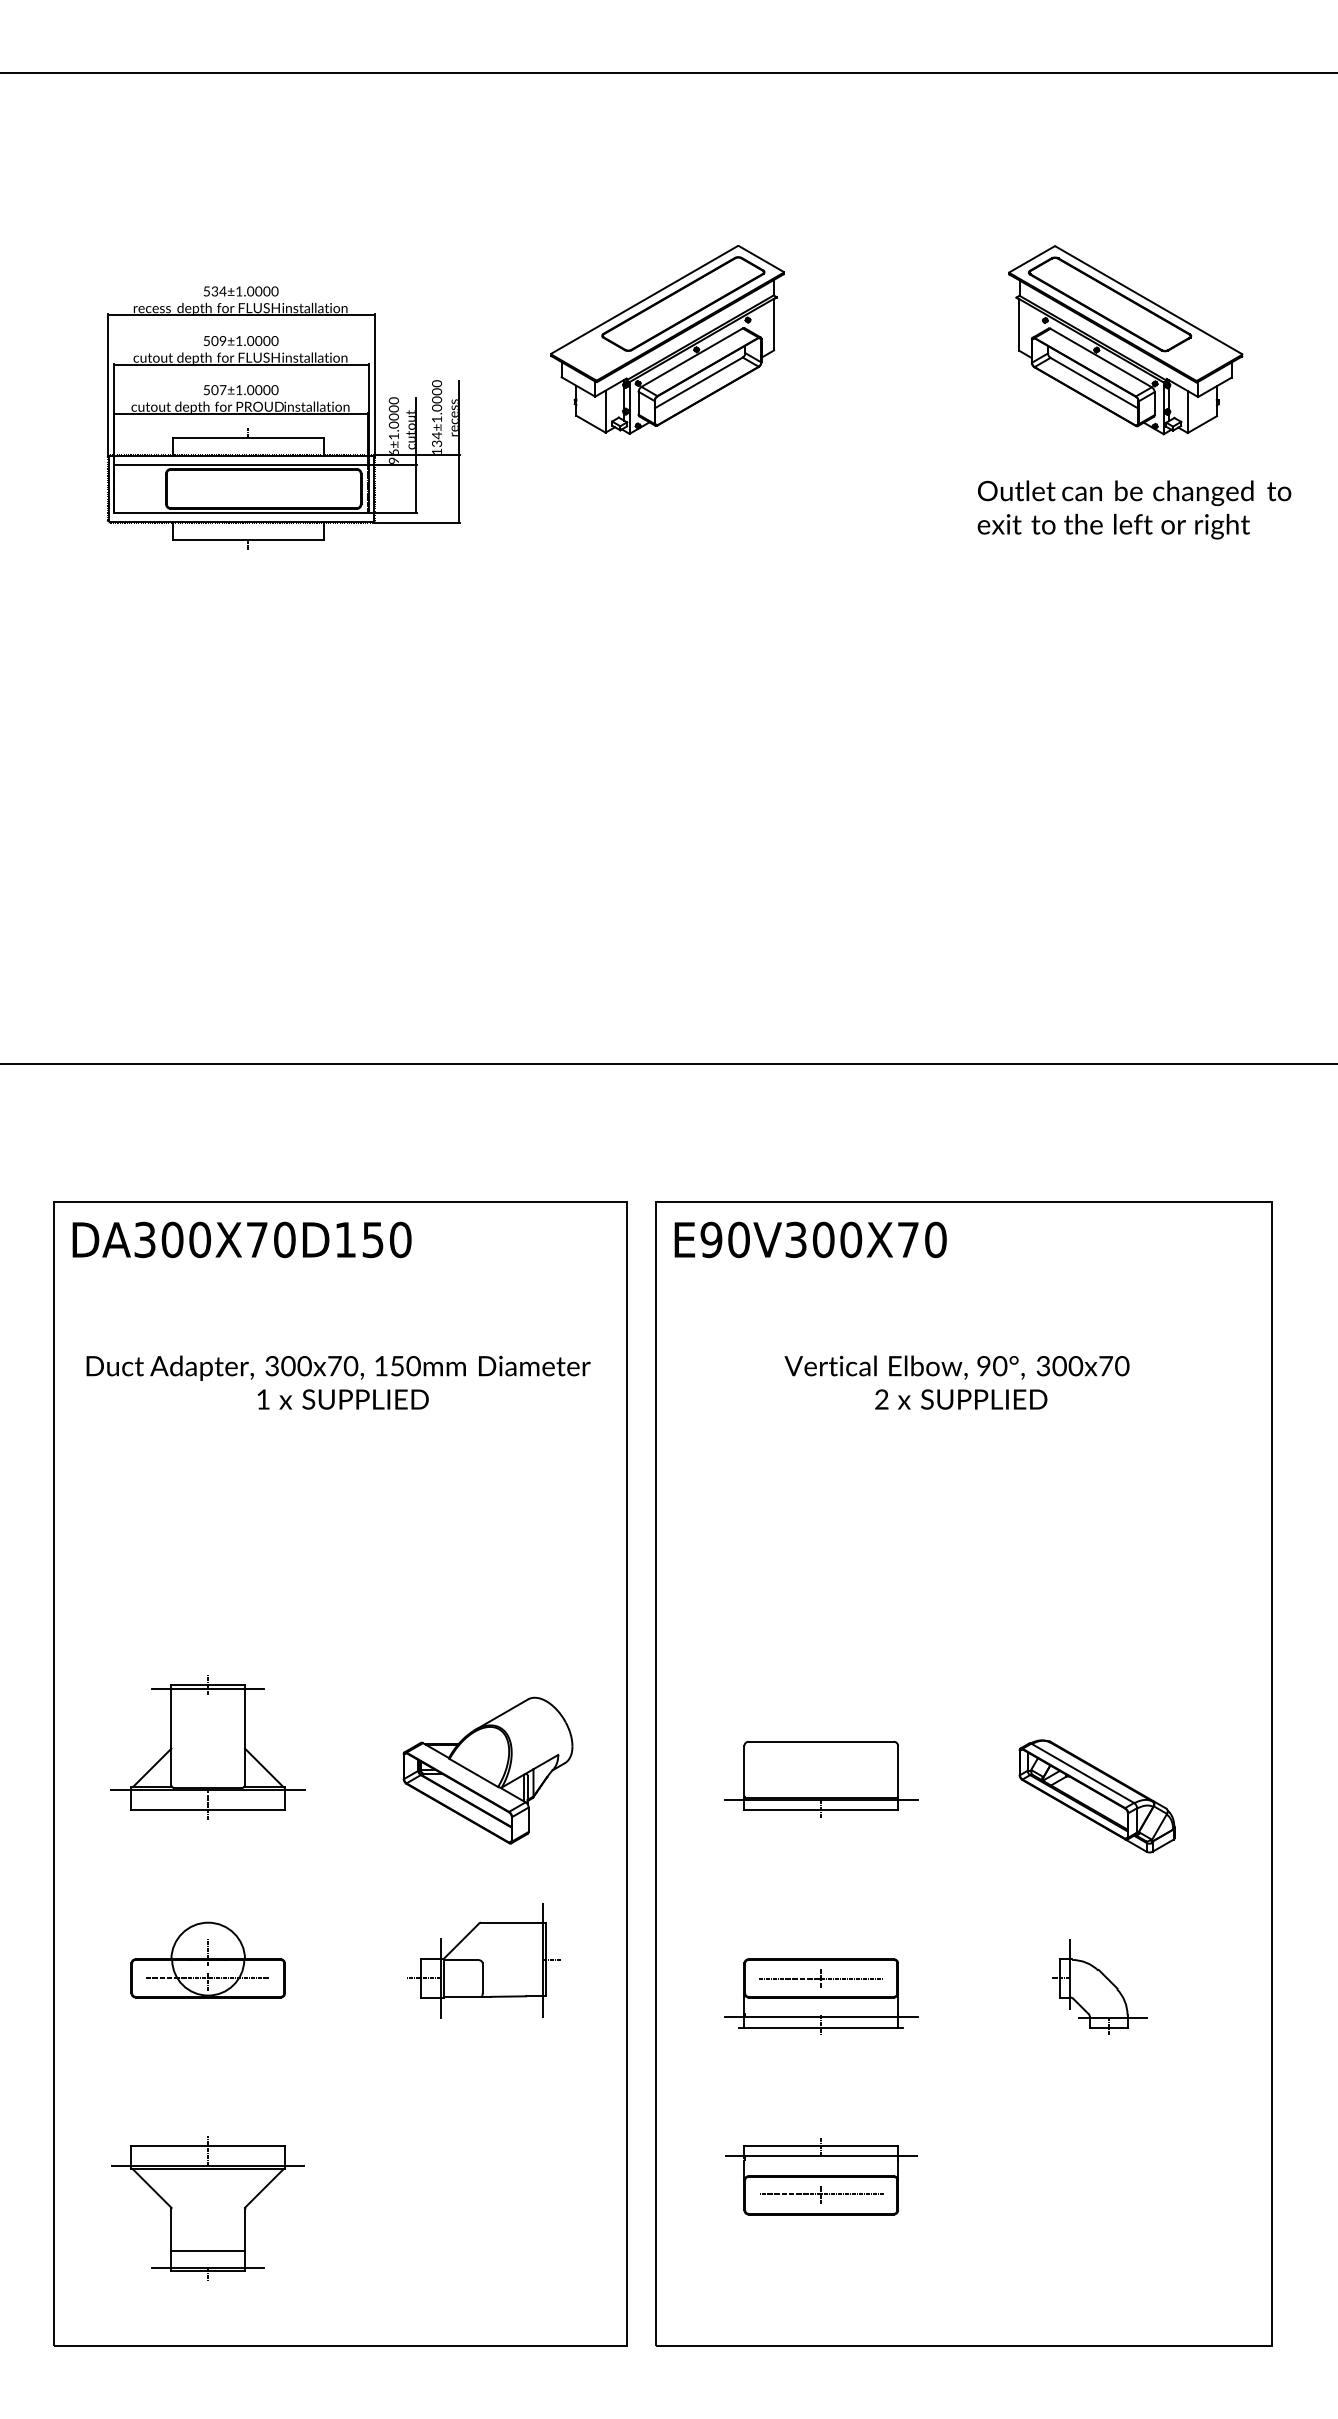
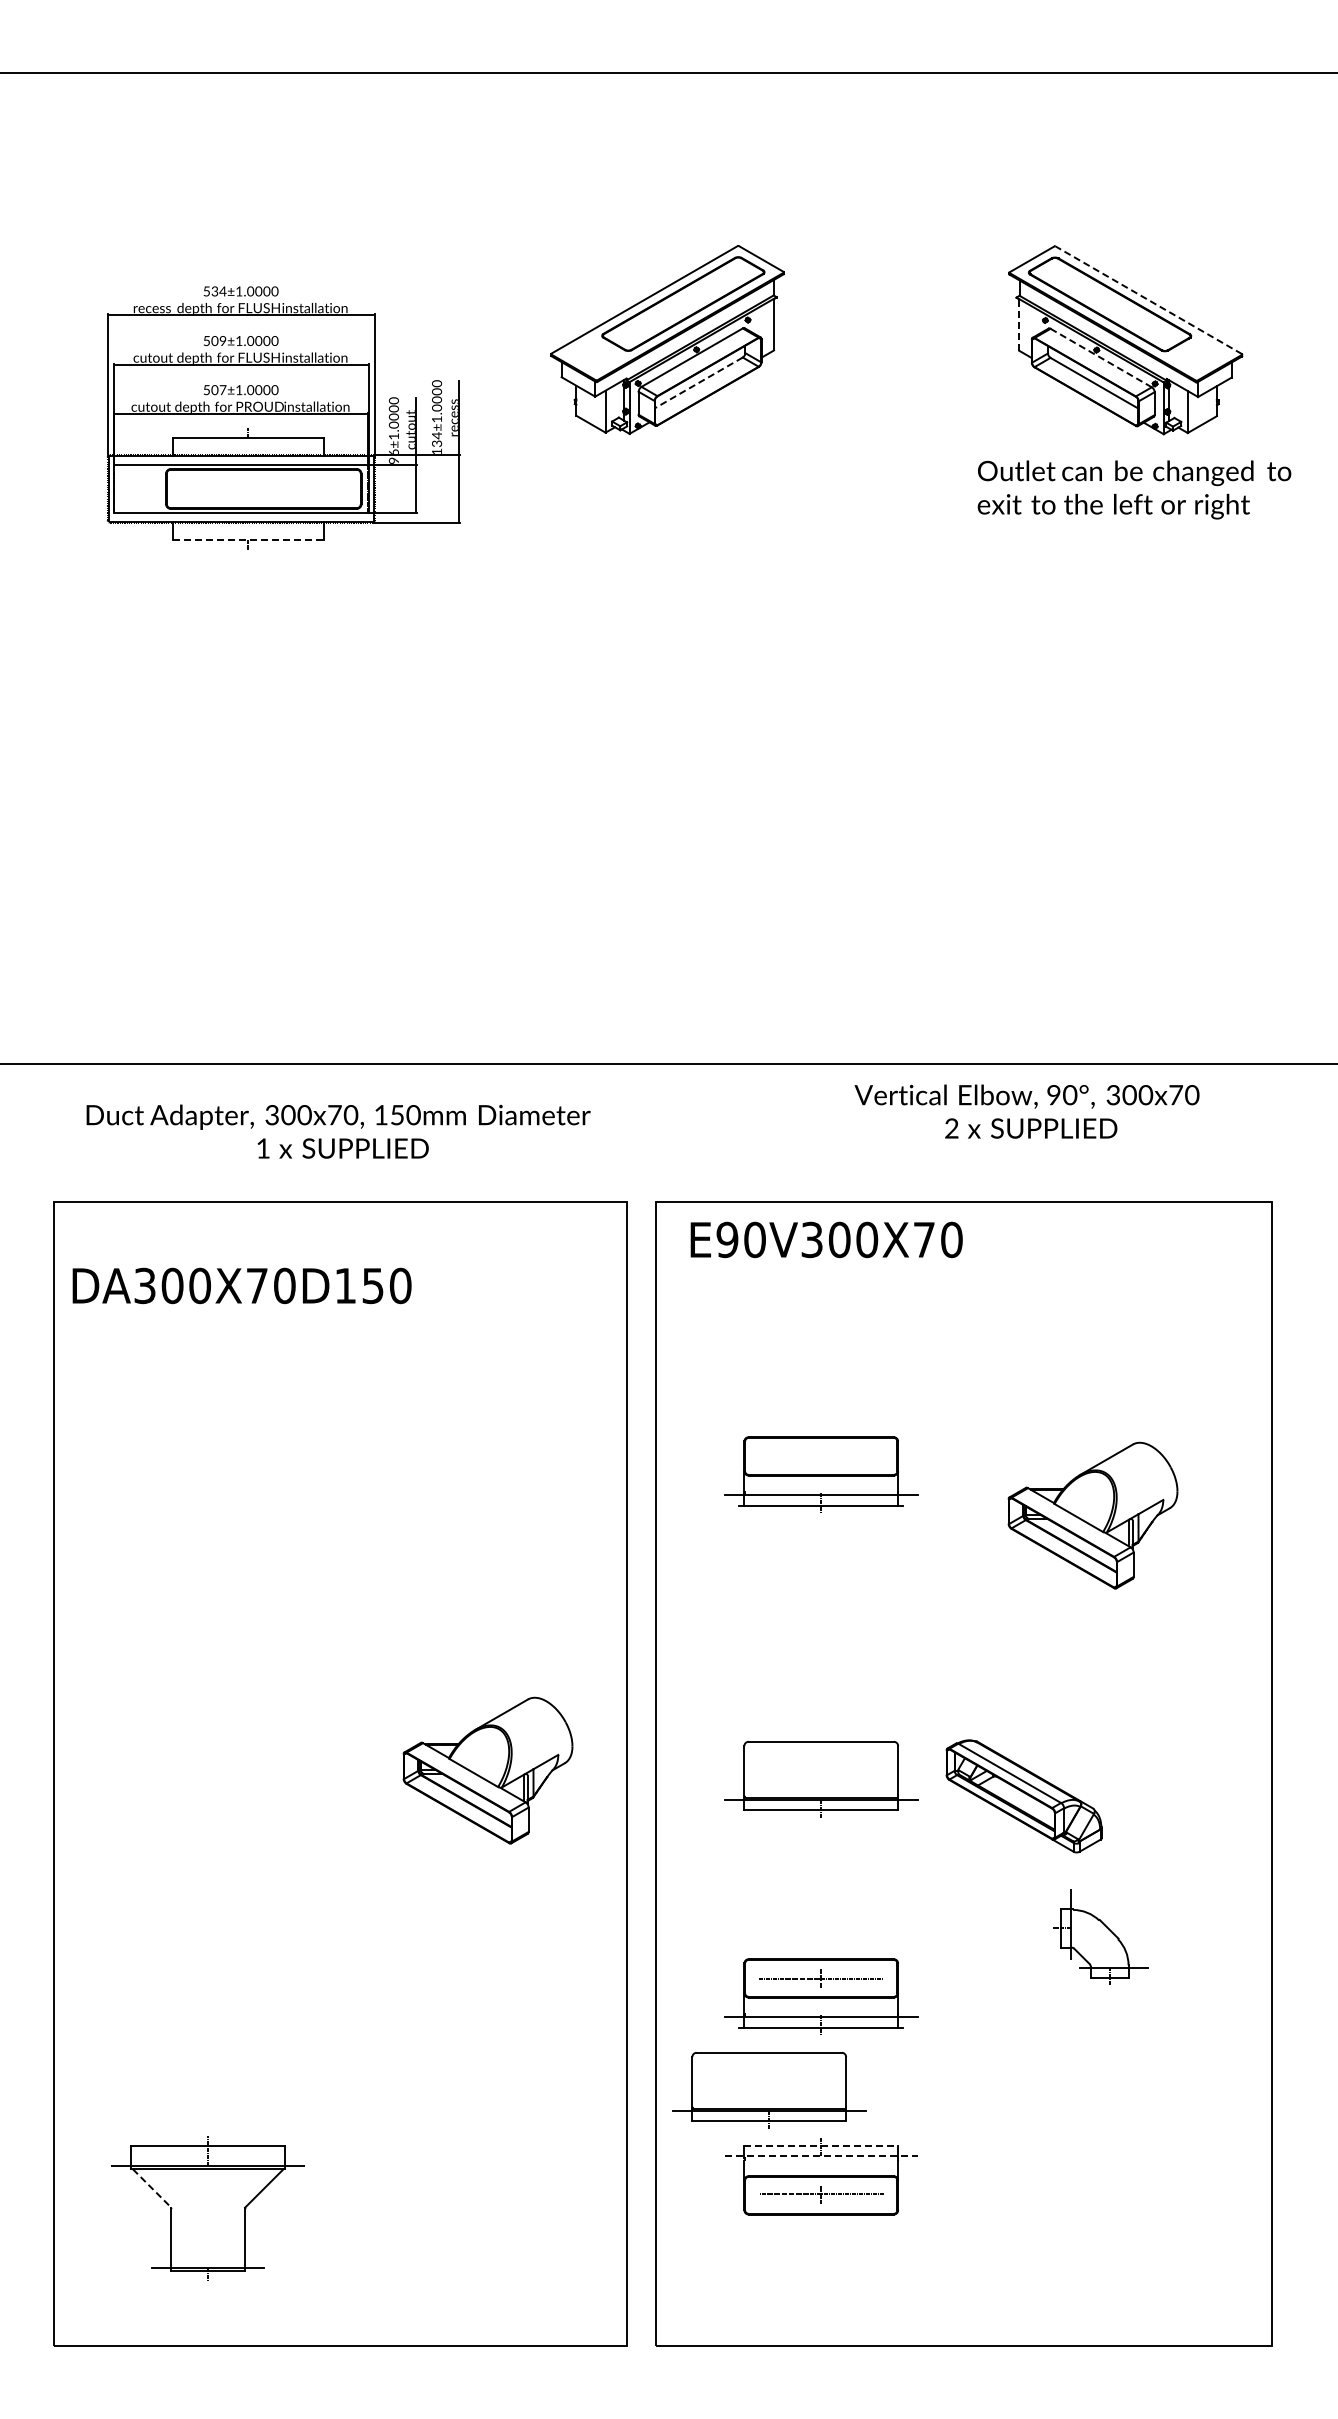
line at (1148, 300): solid -> dashed
line at (1019, 325): solid -> dashed
line at (1101, 358): solid -> dashed
line at (698, 382): solid -> dashed
text at (1134, 509) position: (1134, 509) -> (1134, 489)
line at (248, 539): solid -> dashed
text at (241, 1239) position: (241, 1239) -> (241, 1285)
text at (810, 1239) position: (810, 1239) -> (826, 1239)
text at (338, 1382) position: (338, 1382) -> (338, 1131)
text at (956, 1382) position: (956, 1382) -> (1026, 1111)
part at (821, 1474): none -> present
part at (1092, 1515): none -> present
part at (207, 1747): present -> none
part at (1096, 1796) position: (1096, 1796) -> (1023, 1796)
part at (207, 1959): present -> none
part at (483, 1960): present -> none
part at (1099, 1986) position: (1099, 1986) -> (1100, 1936)
part at (769, 2089): none -> present
line at (821, 2145): solid -> dashed
line at (821, 2156): solid -> dashed
line at (152, 2188): solid -> dashed
line at (208, 2251): present -> none
